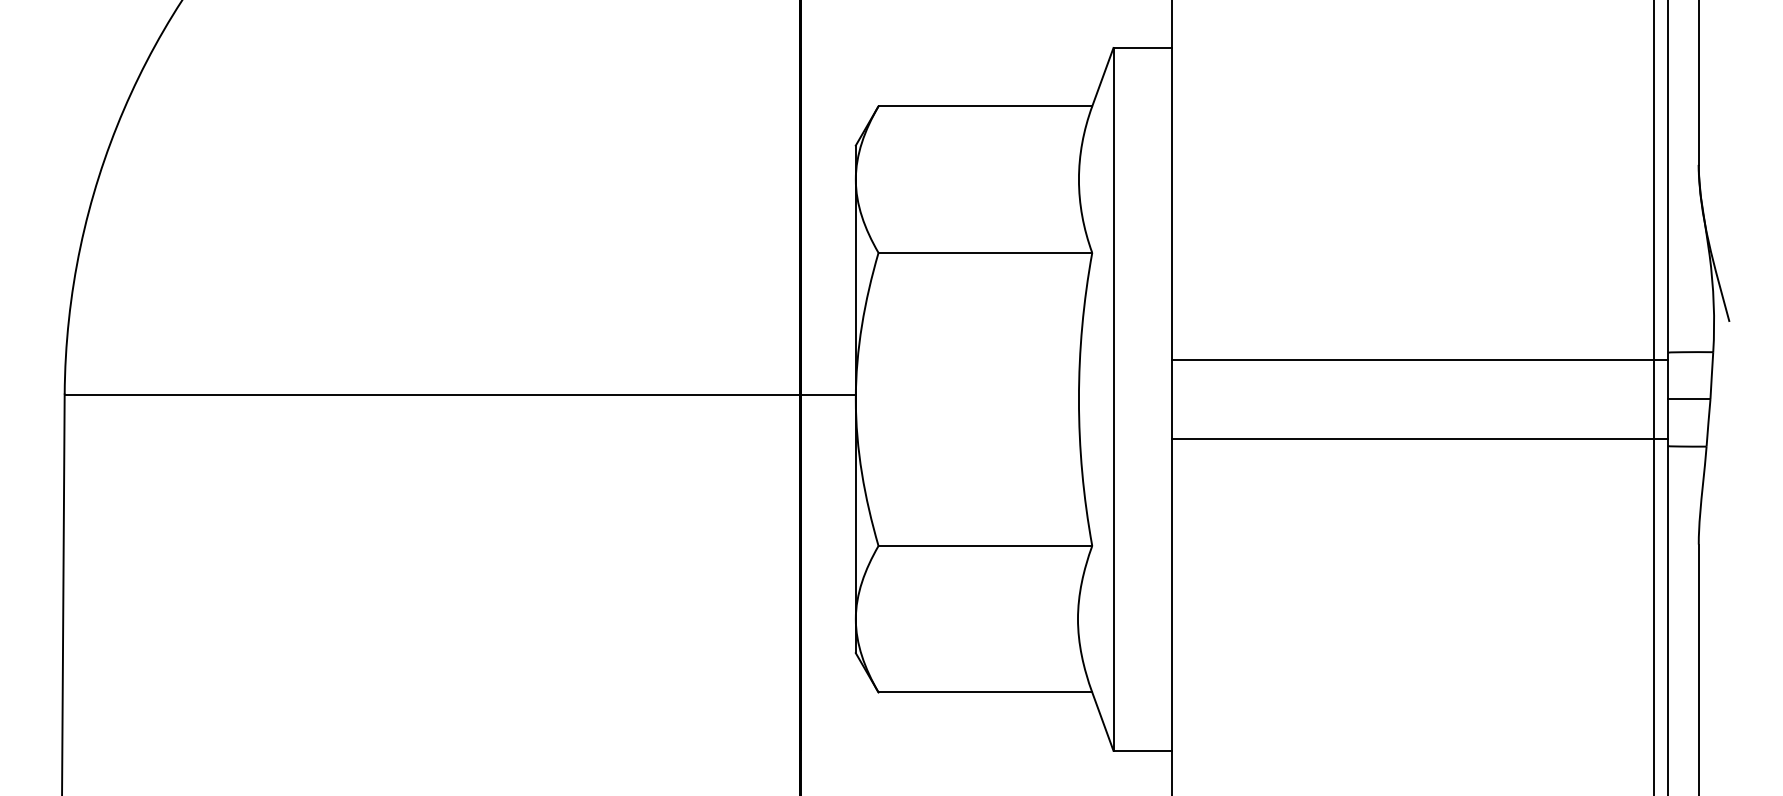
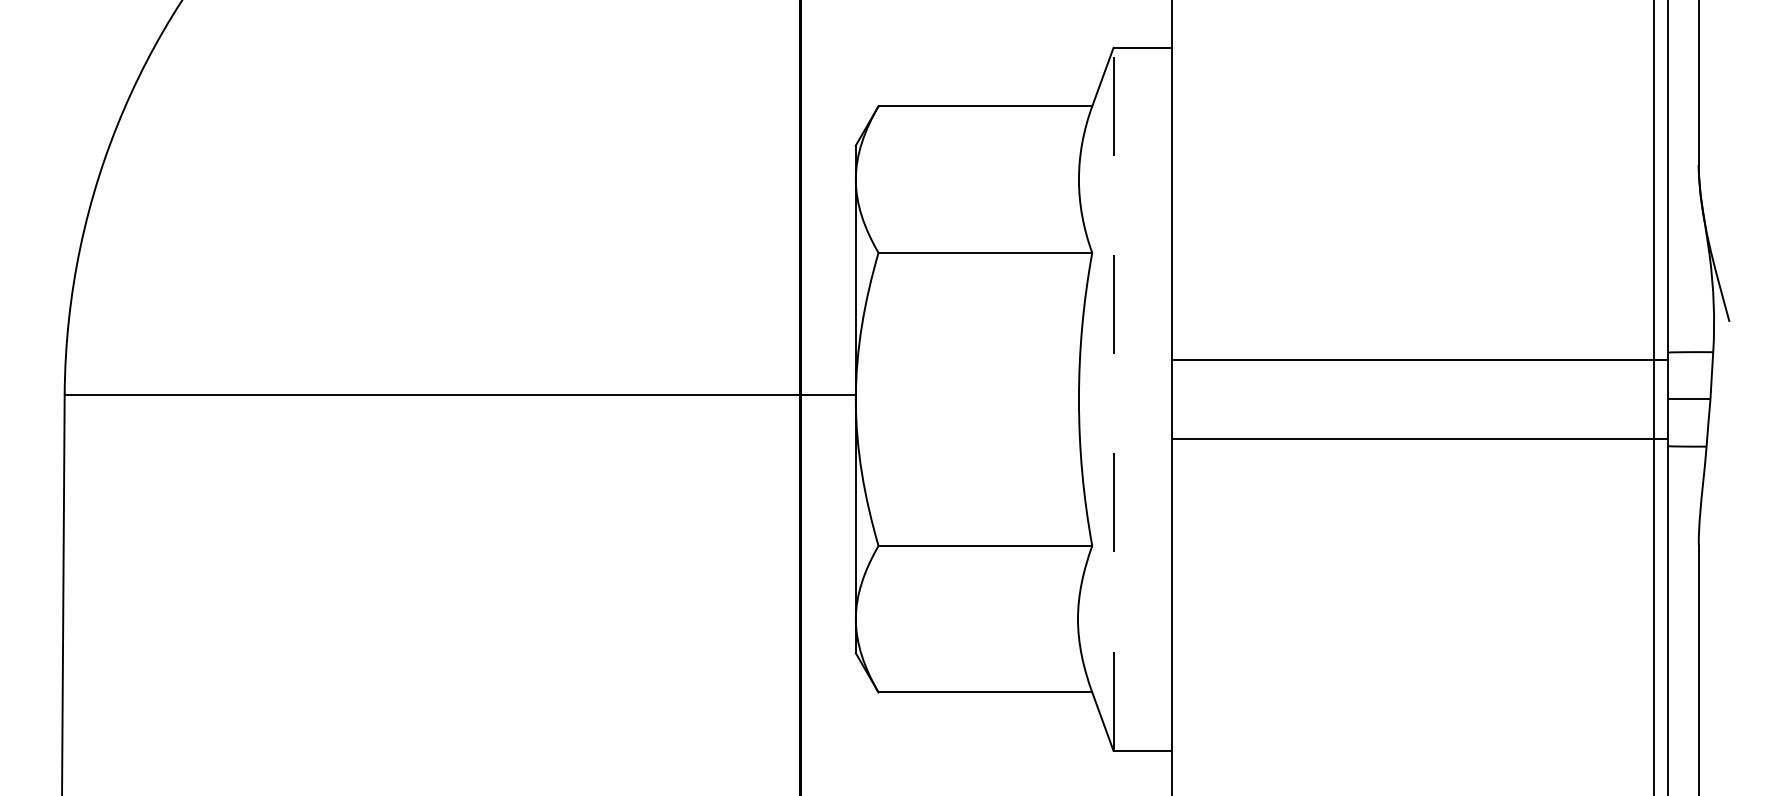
line at (1113, 398): solid -> dashed
